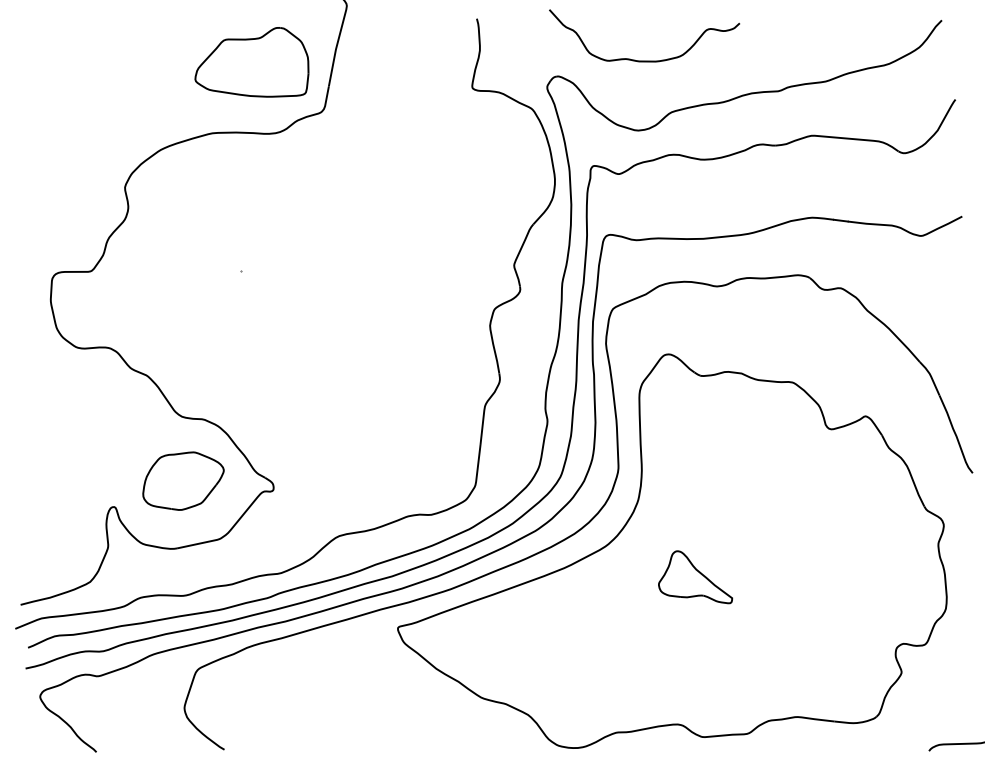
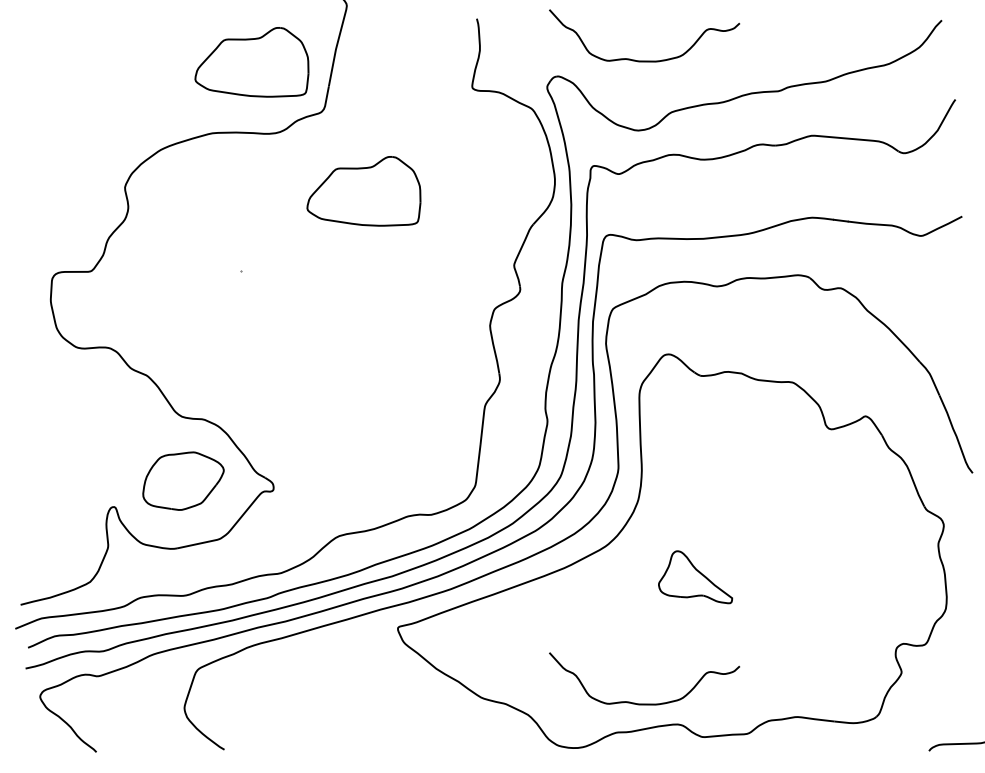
part at (363, 191): none -> present
curve at (644, 703): none -> present
